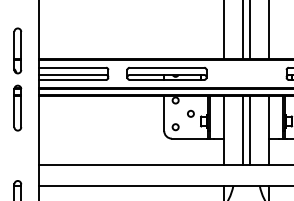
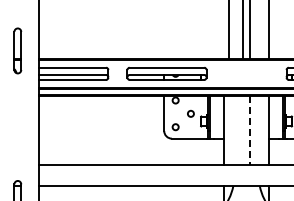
line at (223, 30) position: (223, 30) -> (228, 30)
part at (17, 107): present -> none
line at (242, 130): present -> none
line at (250, 130): solid -> dashed
